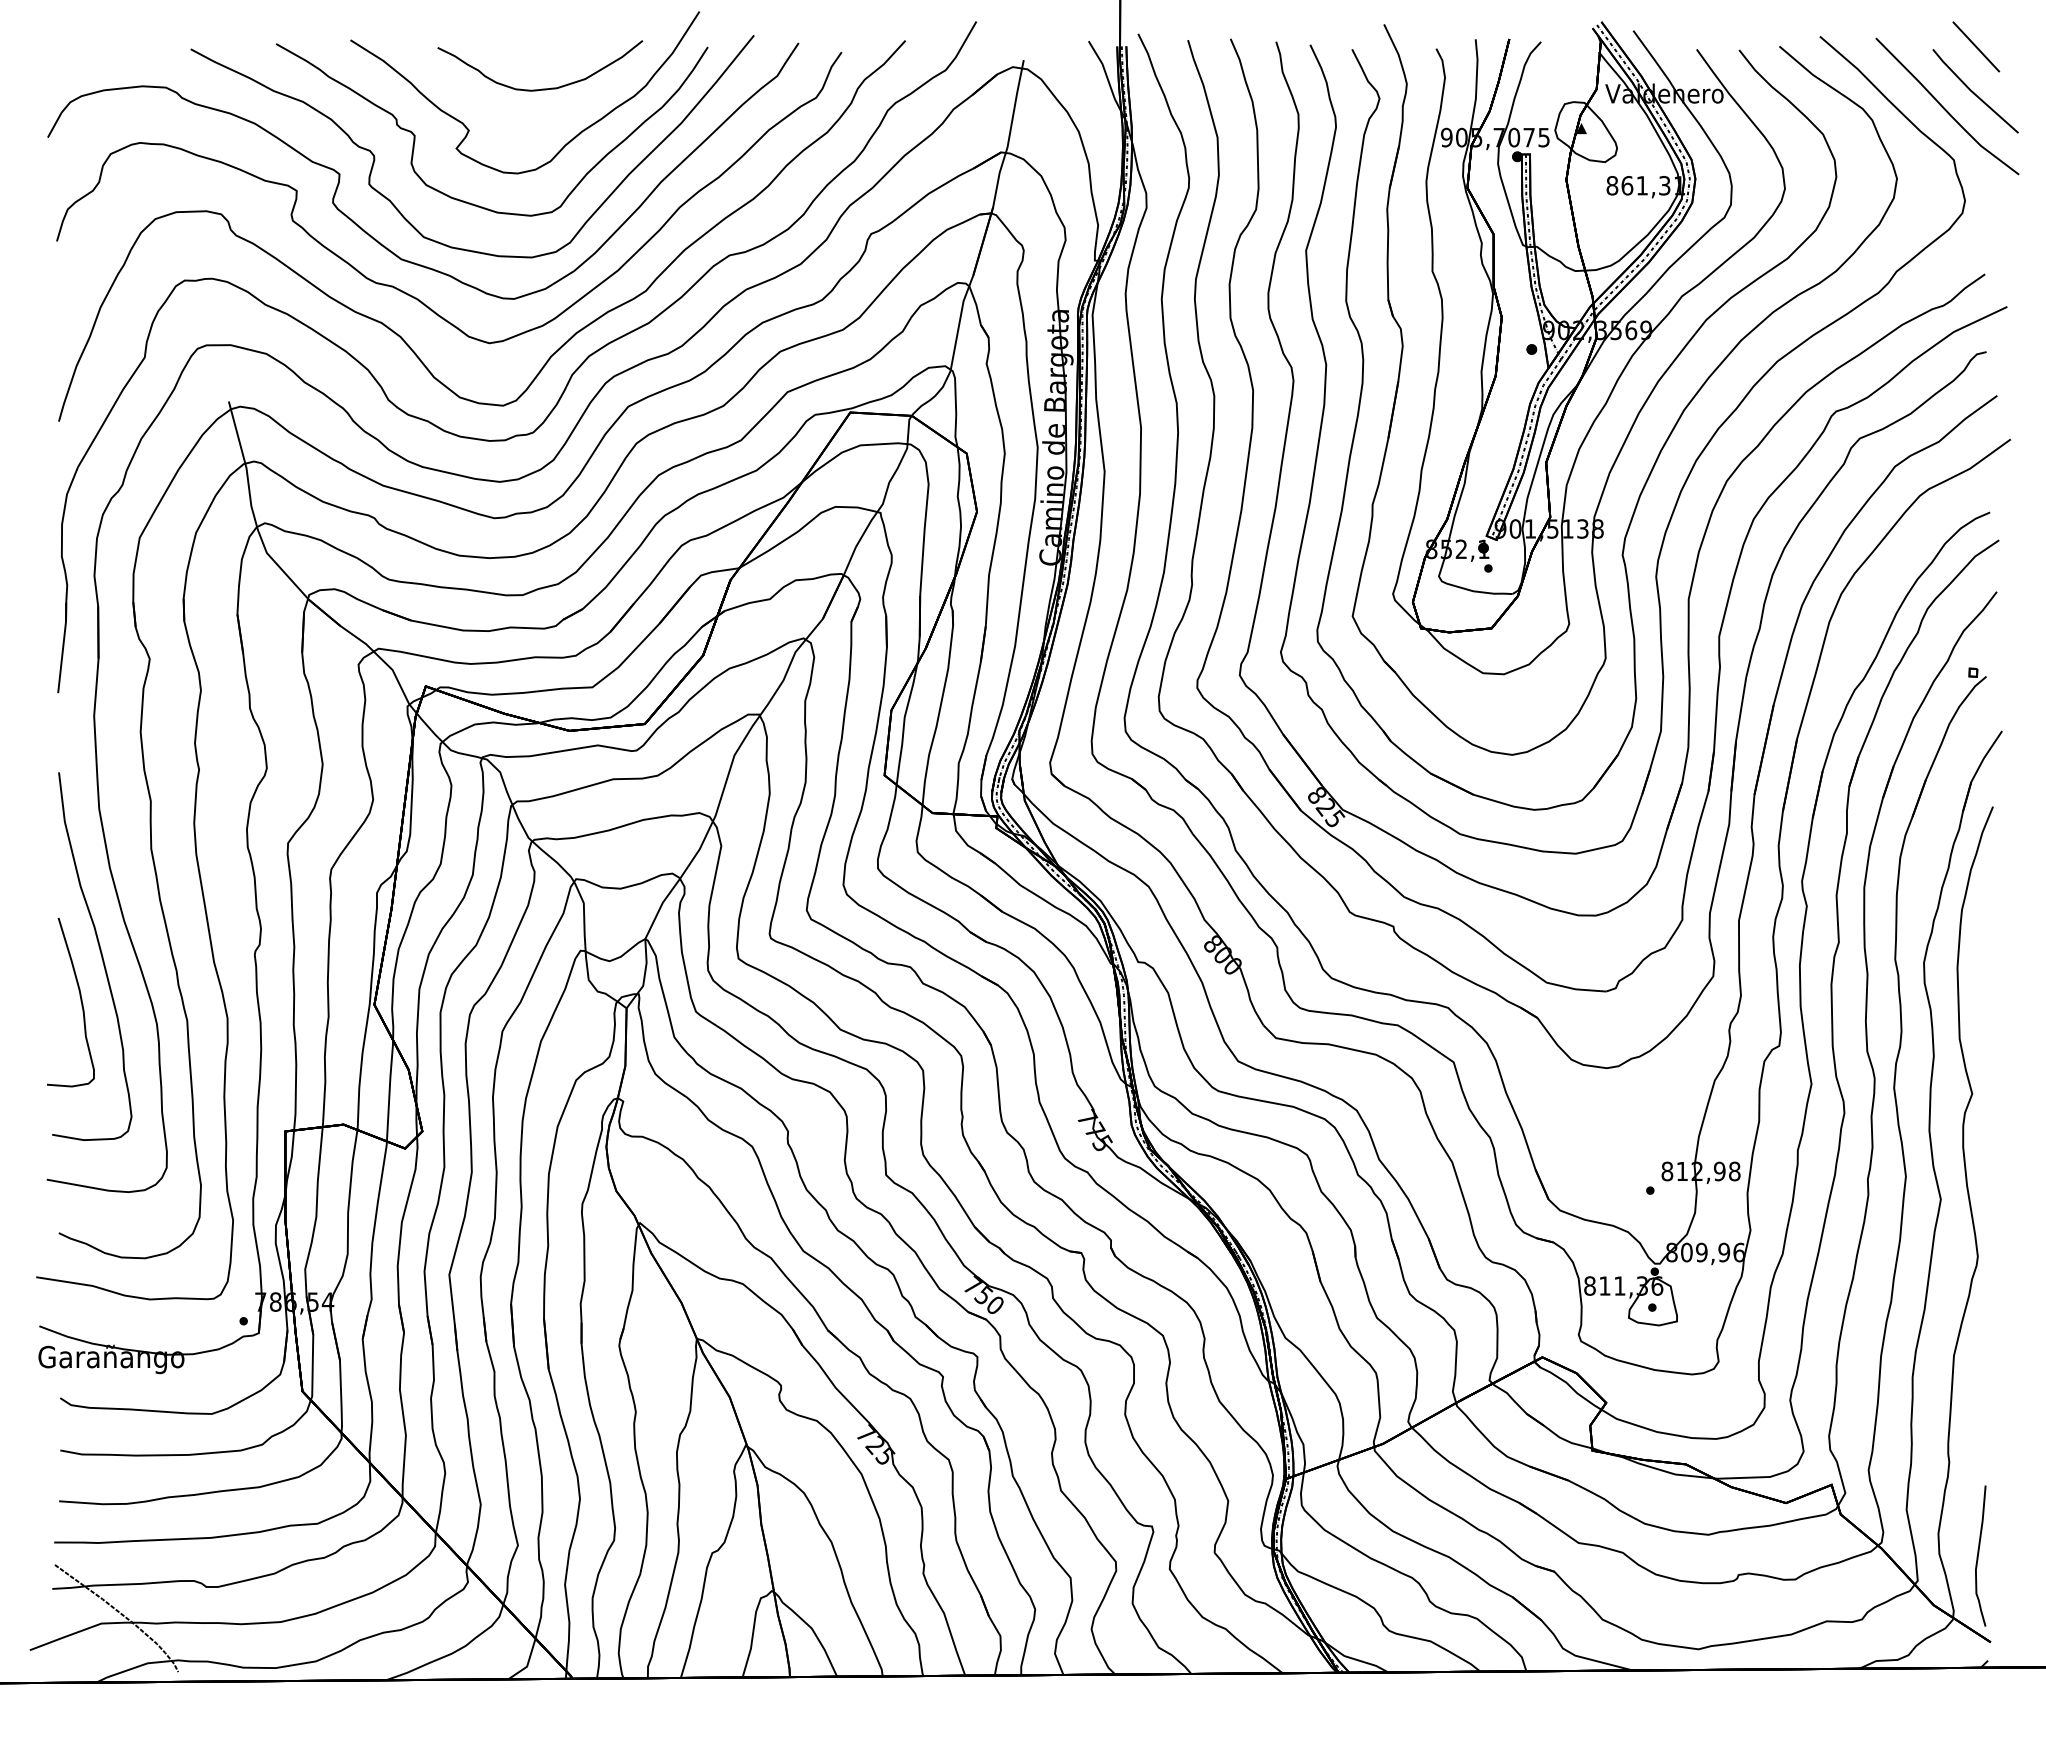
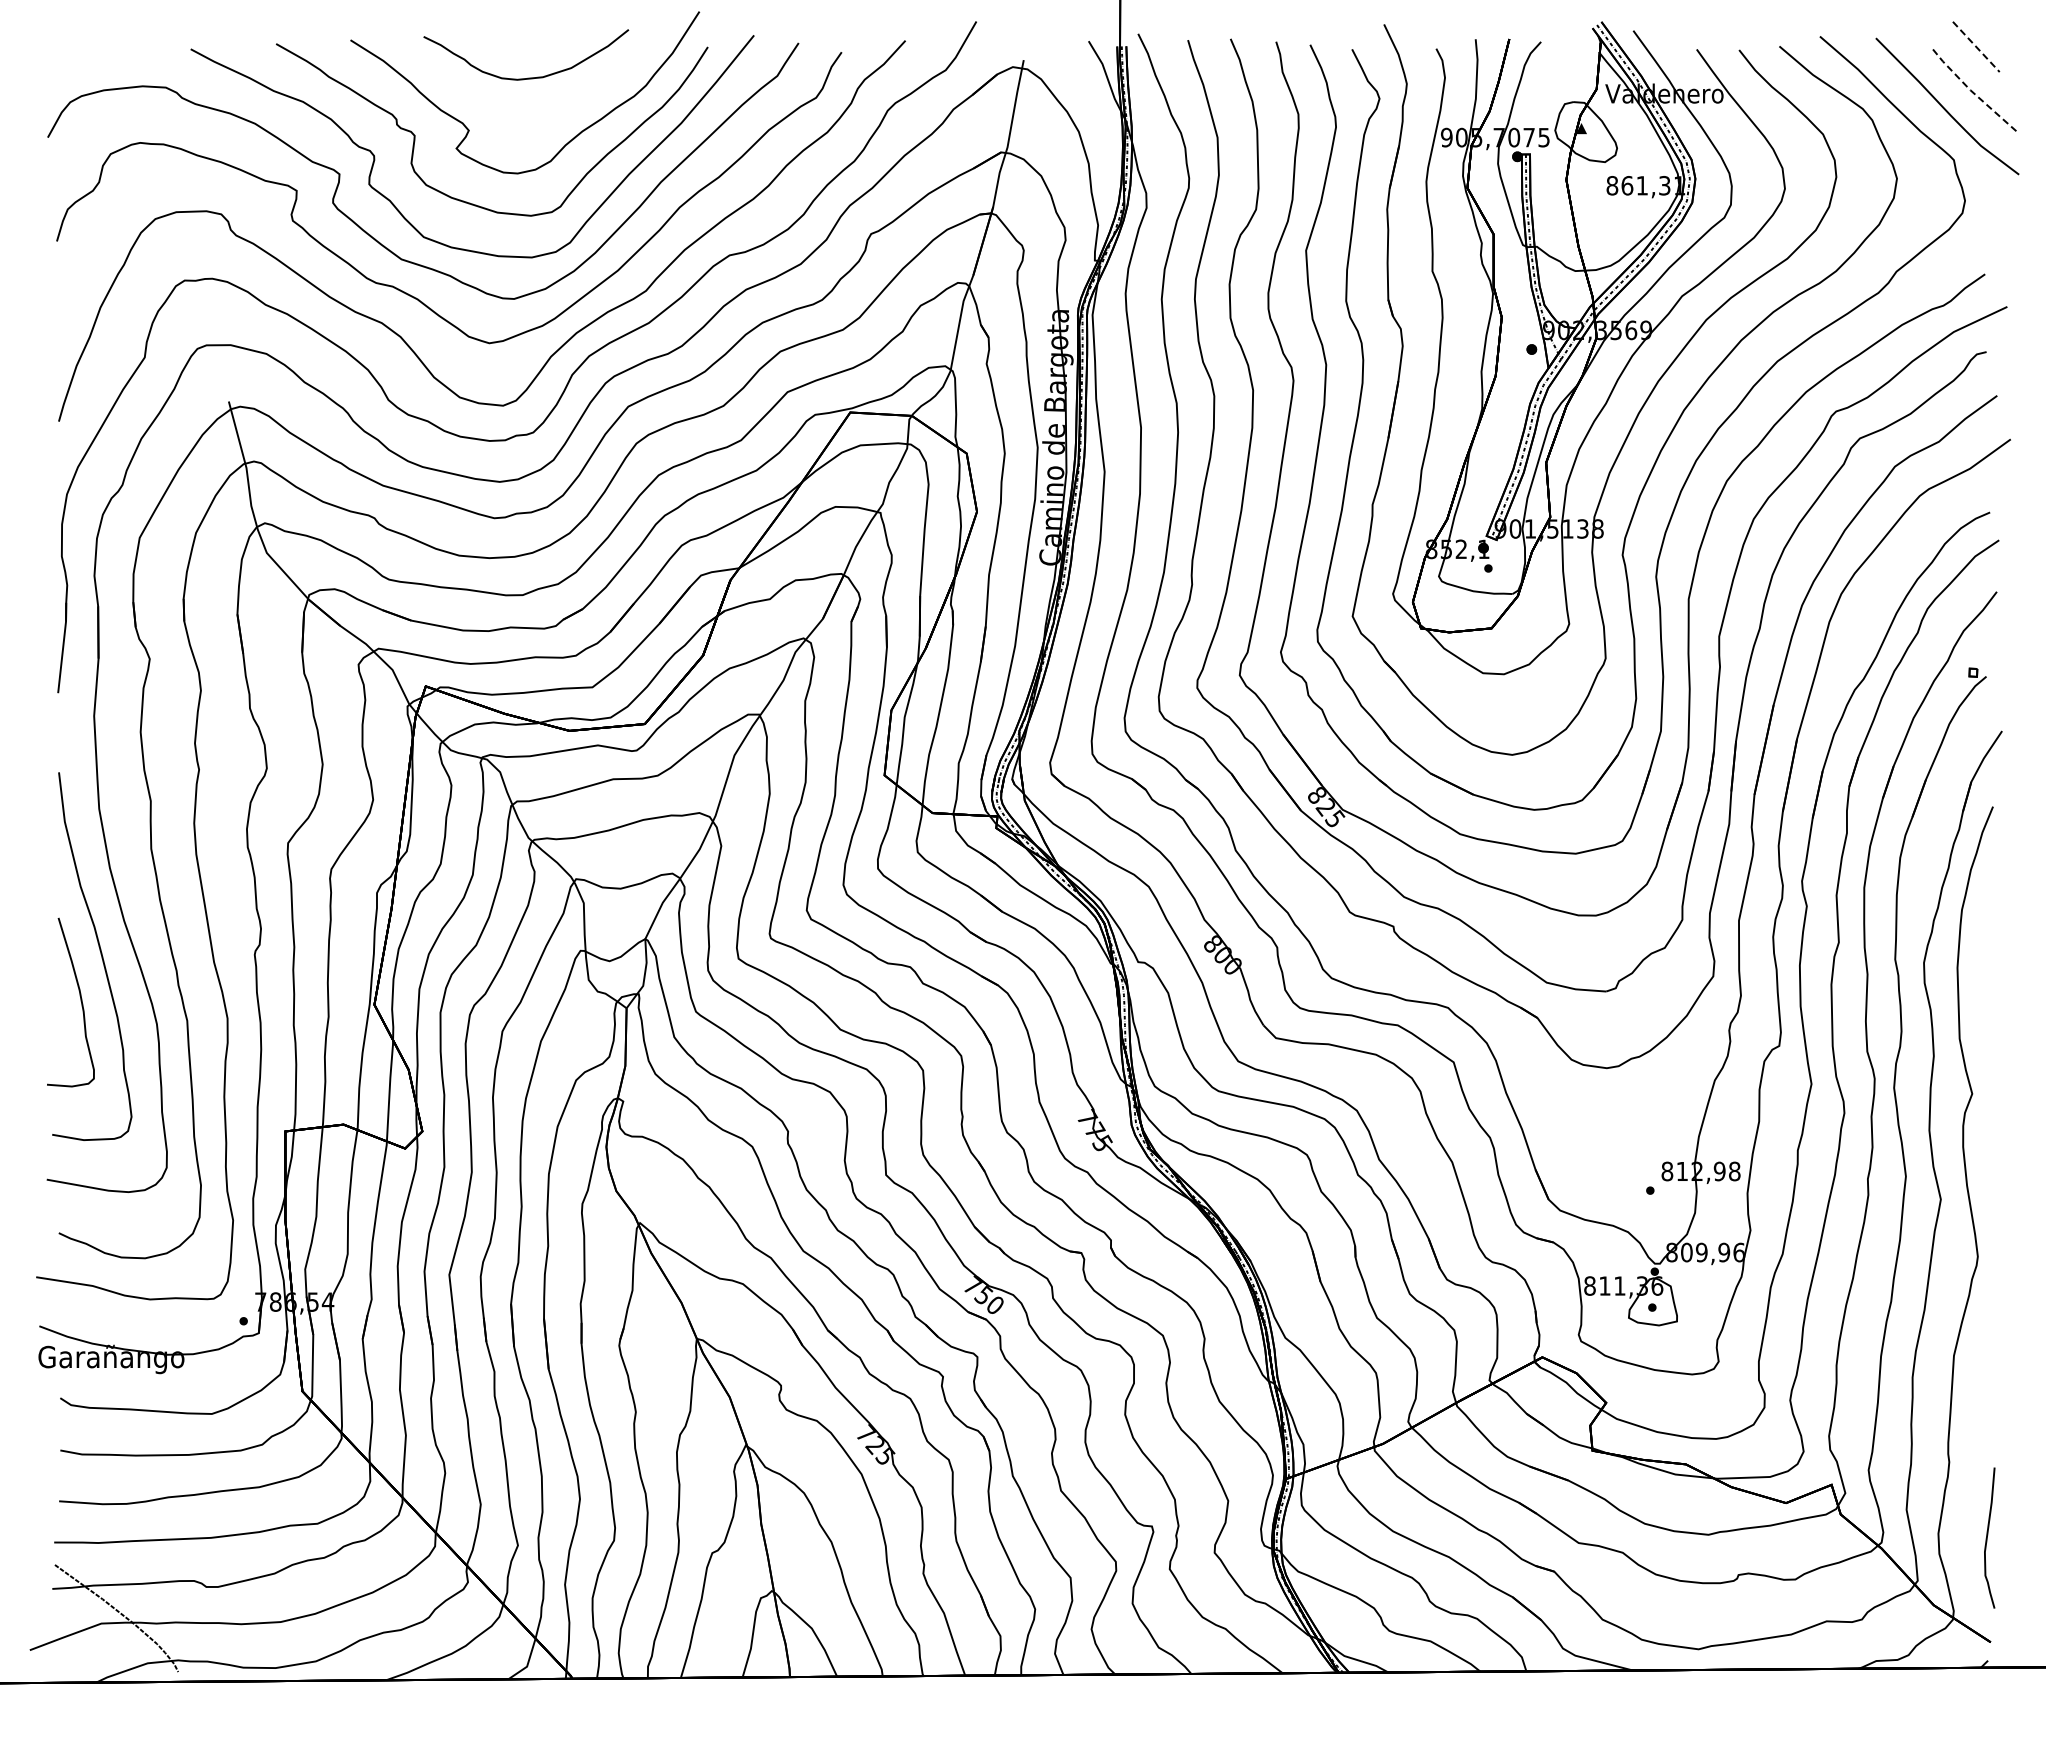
line at (1976, 47): solid -> dashed
curve at (541, 88) position: (541, 88) -> (527, 77)
line at (1973, 92): solid -> dashed
curve at (1978, 1555) position: (1978, 1555) -> (1987, 1537)
